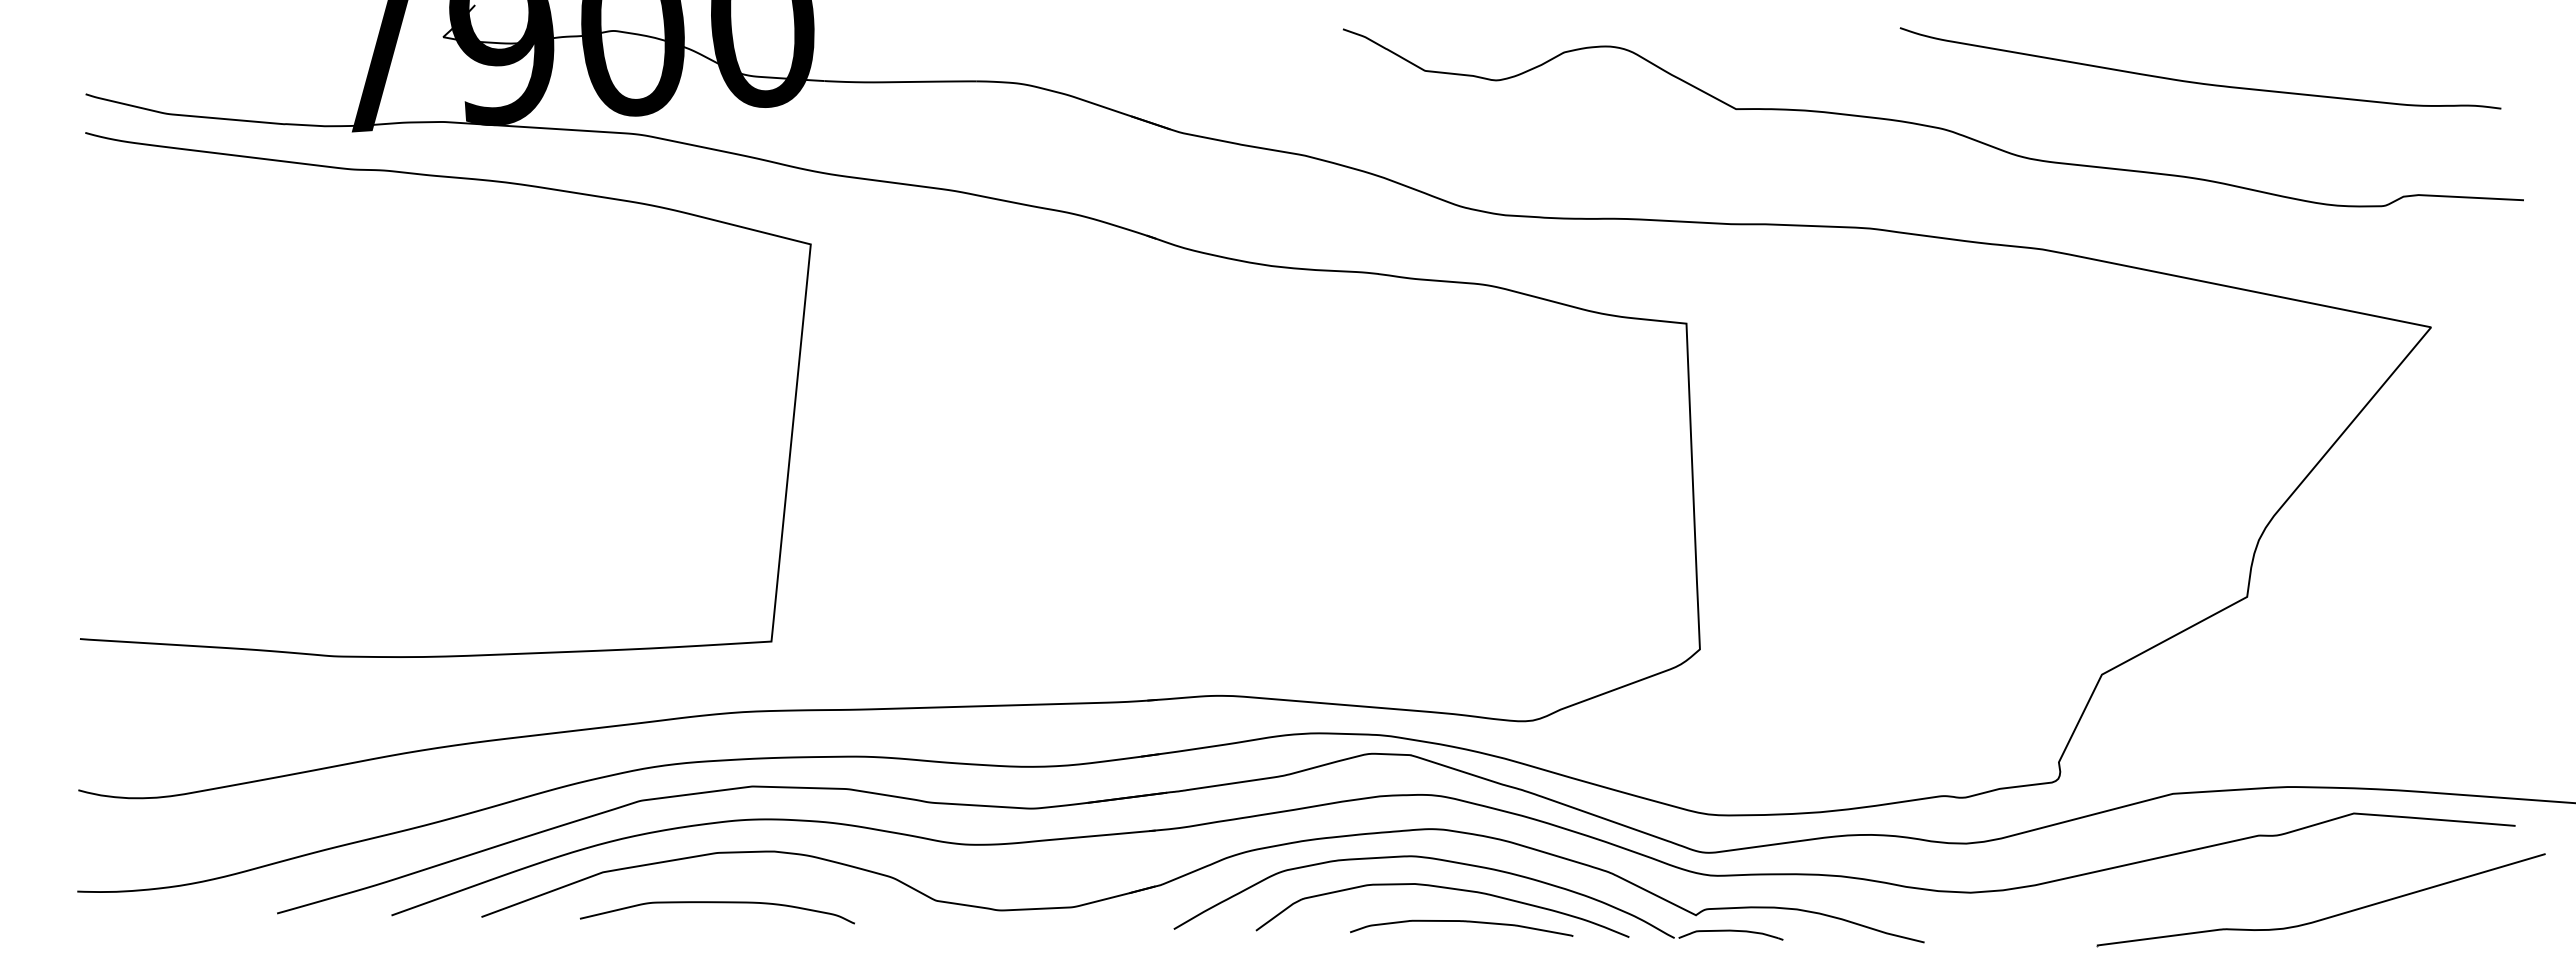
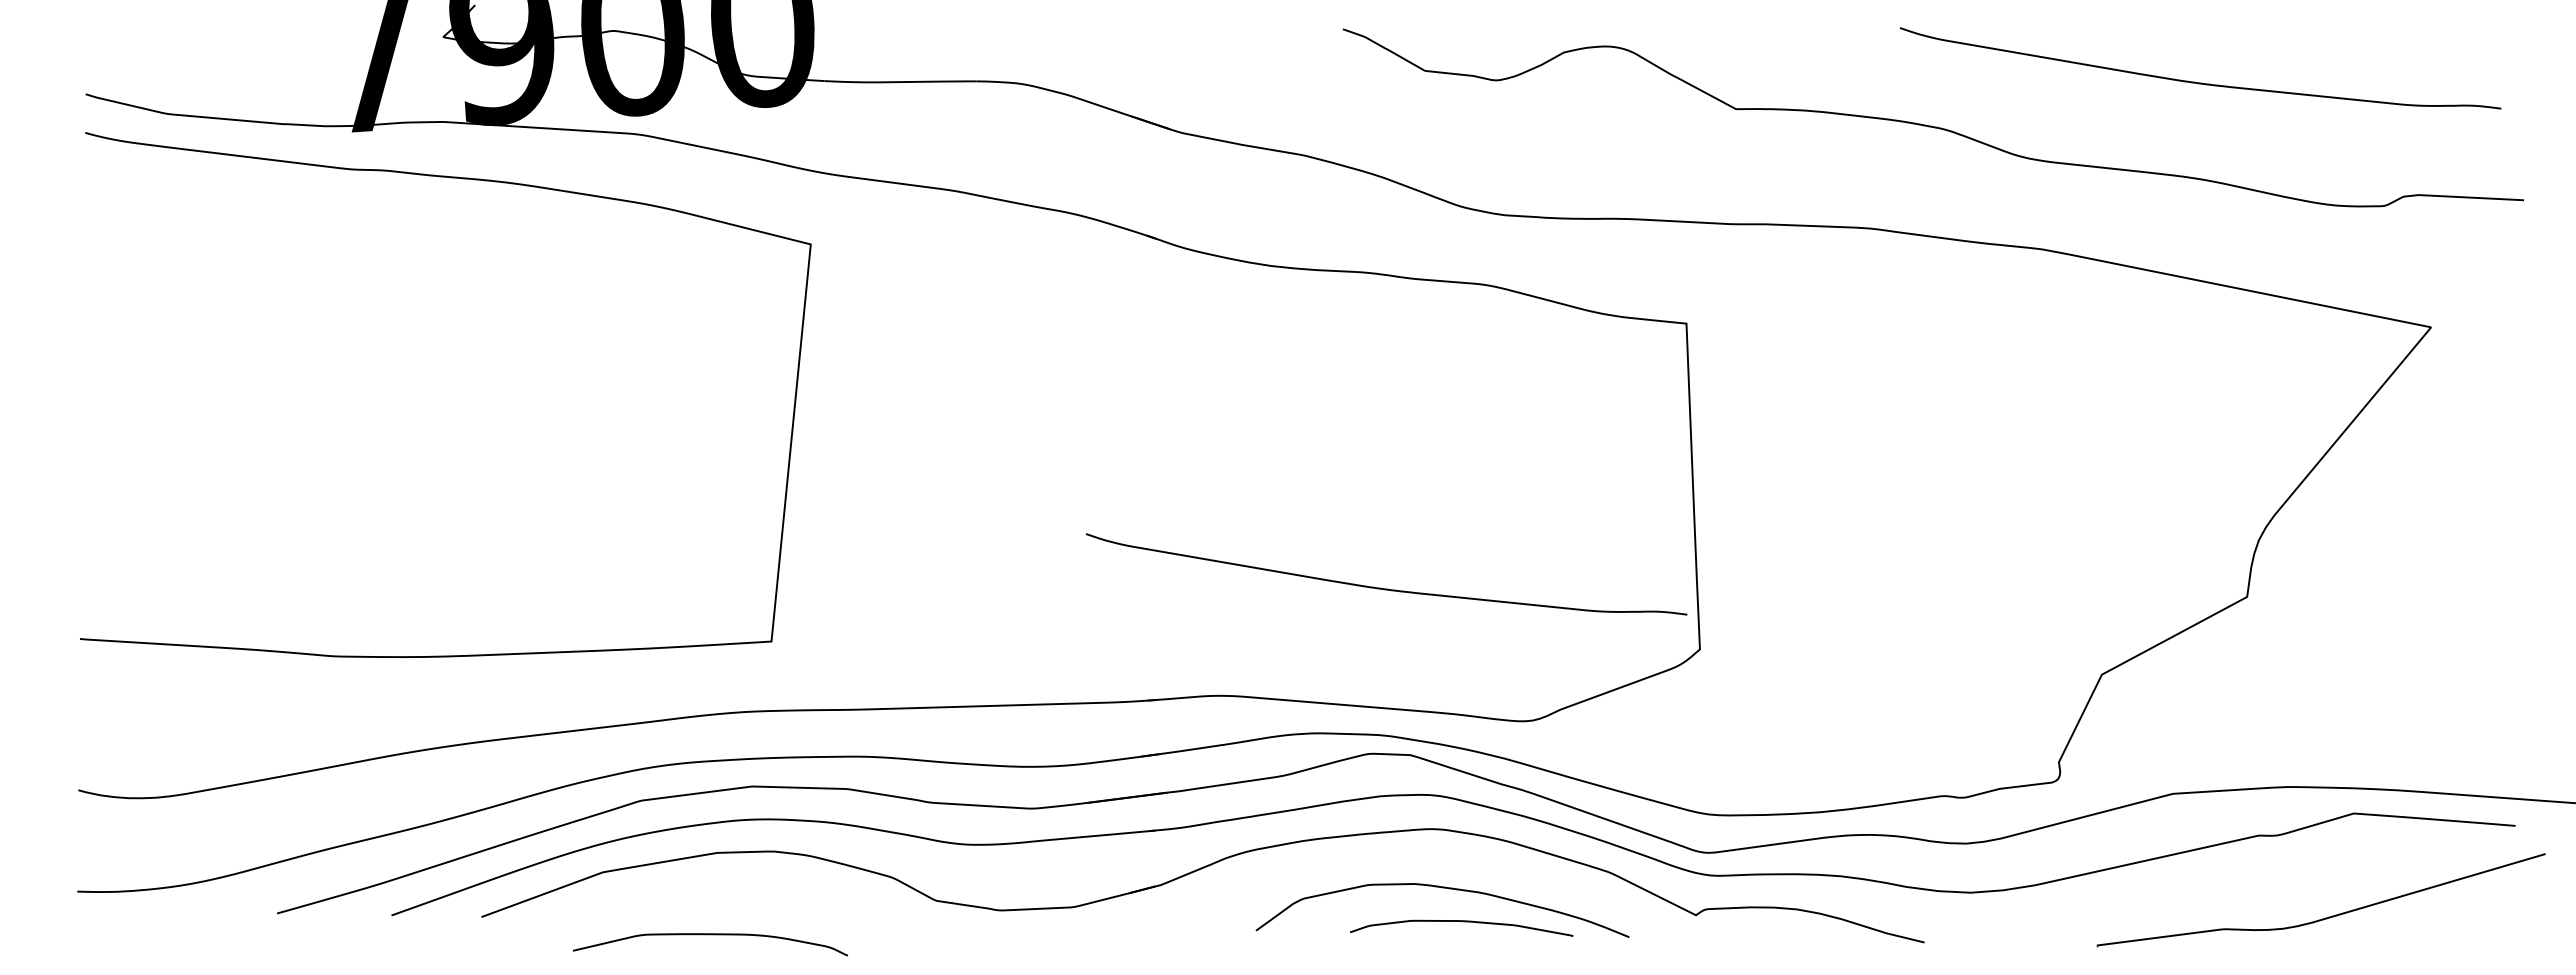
curve at (1381, 587): none -> present
part at (1482, 868): present -> none
curve at (717, 903) position: (717, 903) -> (710, 935)
